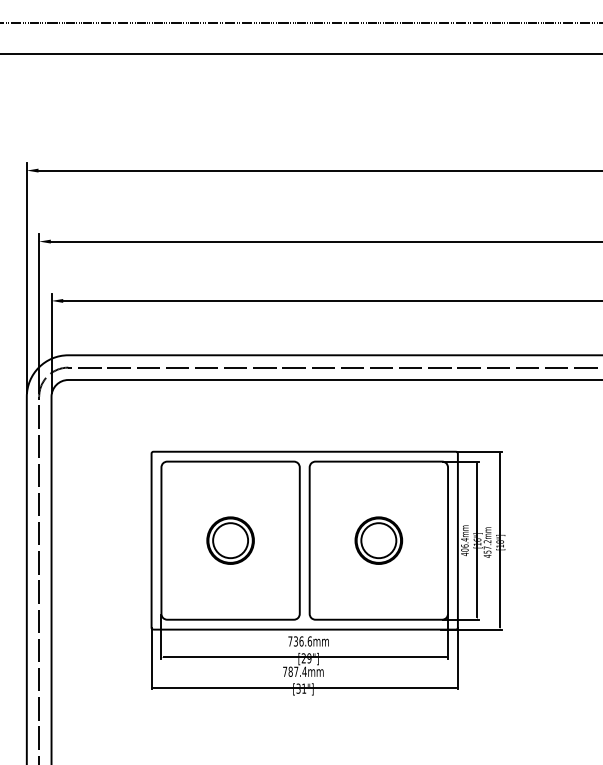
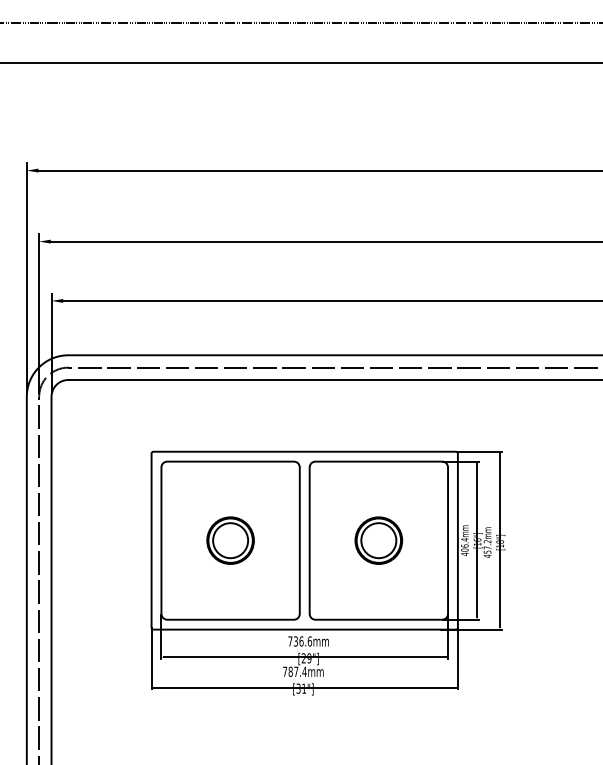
line at (300, 53) position: (300, 53) -> (300, 62)
